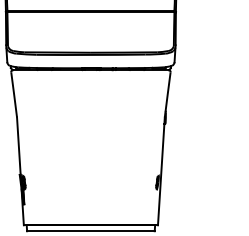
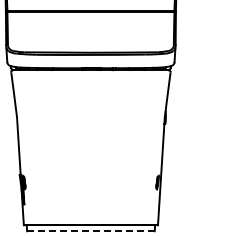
line at (90, 231): solid -> dashed
